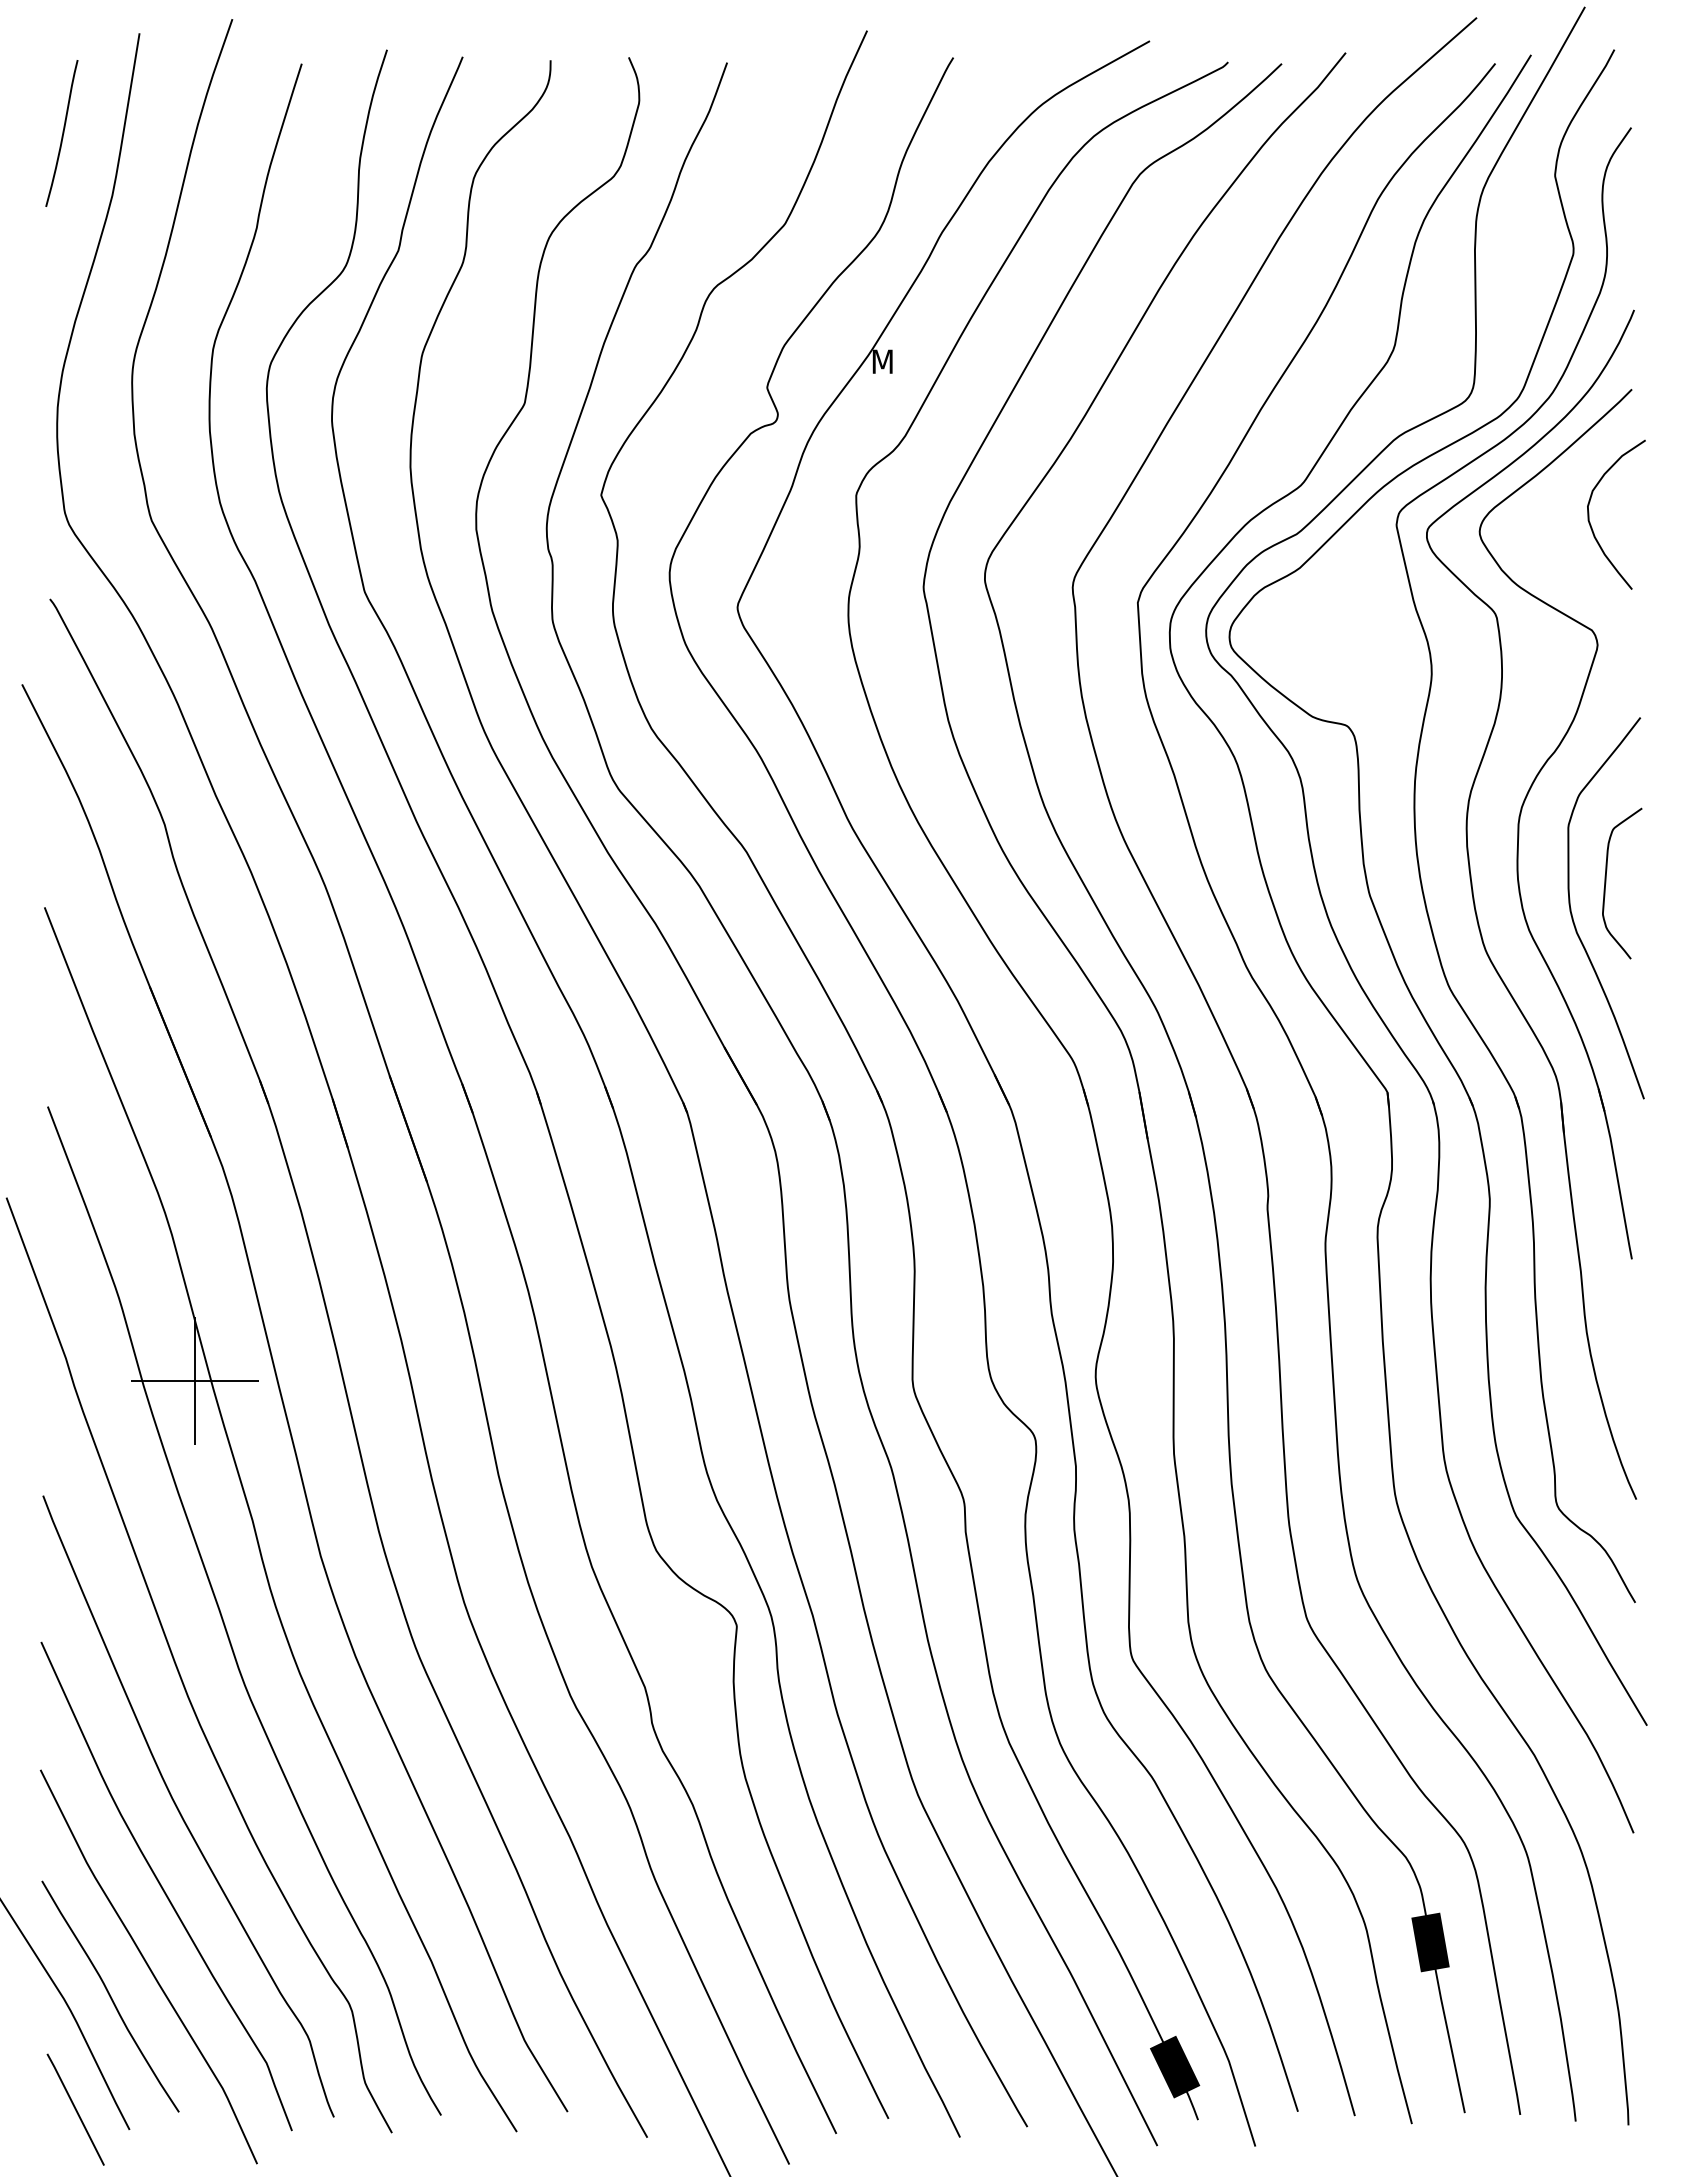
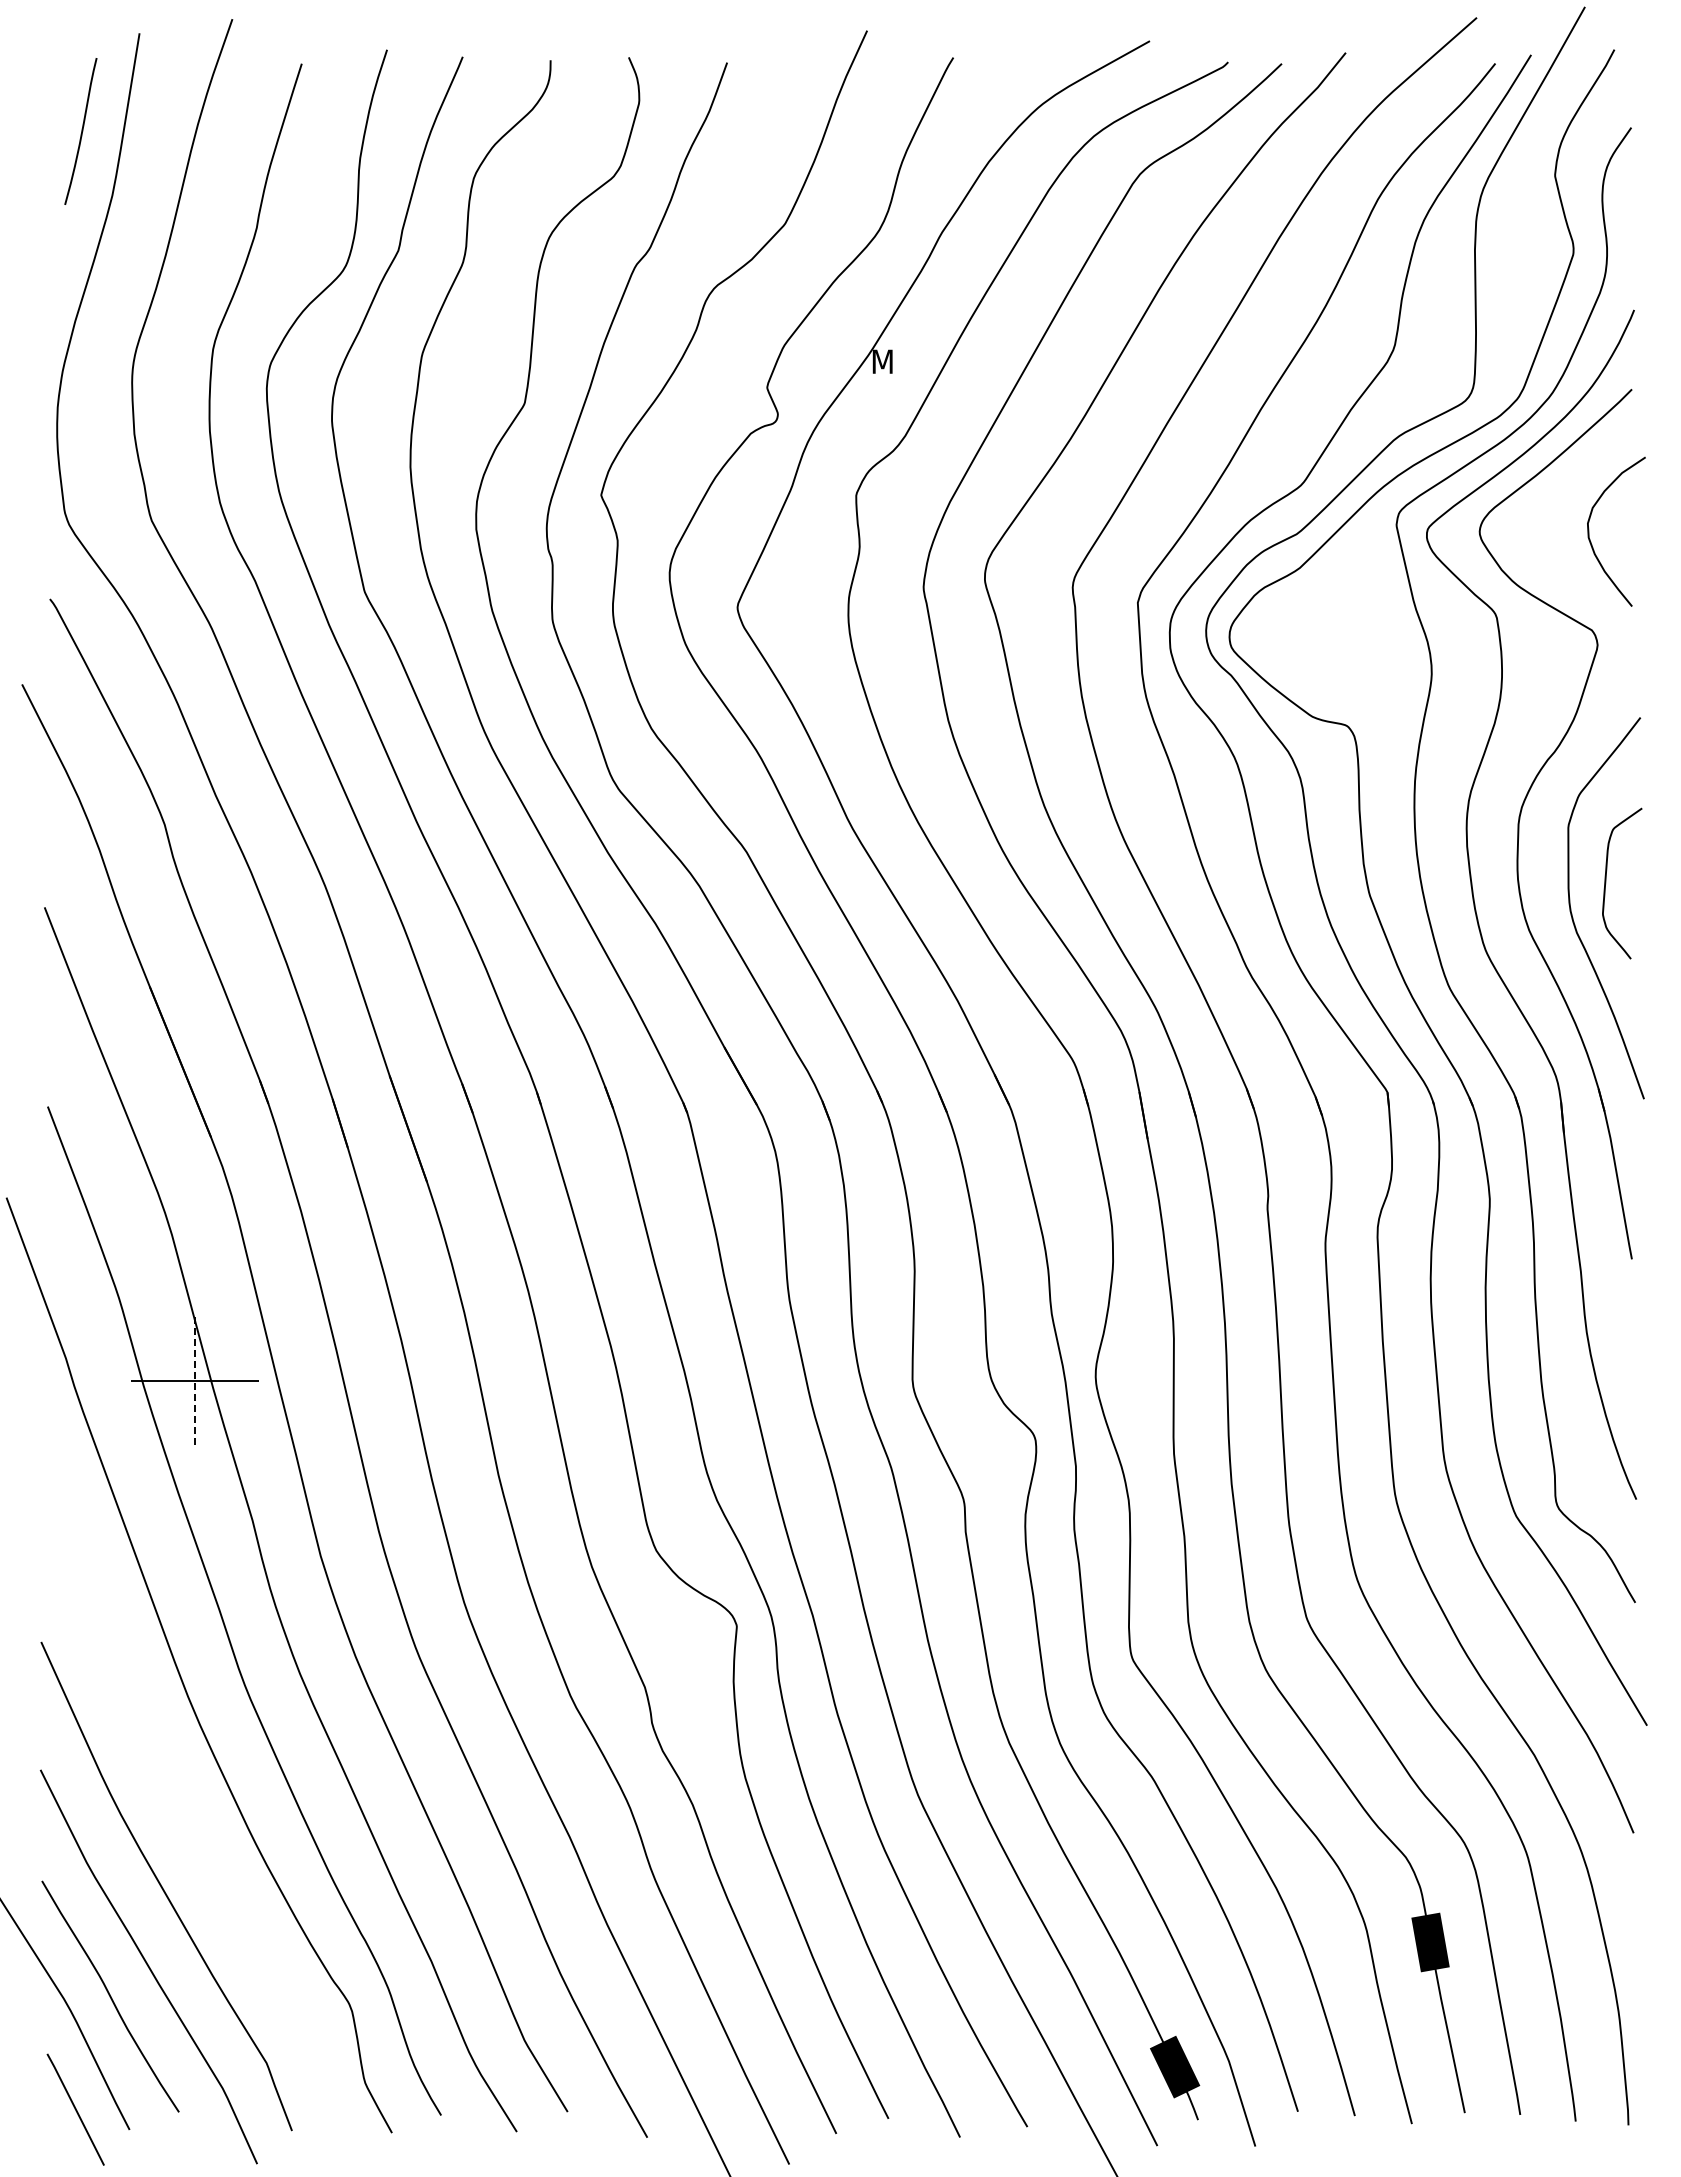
curve at (62, 133) position: (62, 133) -> (81, 131)
curve at (1591, 524) position: (1591, 524) -> (1591, 541)
line at (194, 1380): solid -> dashed
curve at (180, 1811): present -> none
